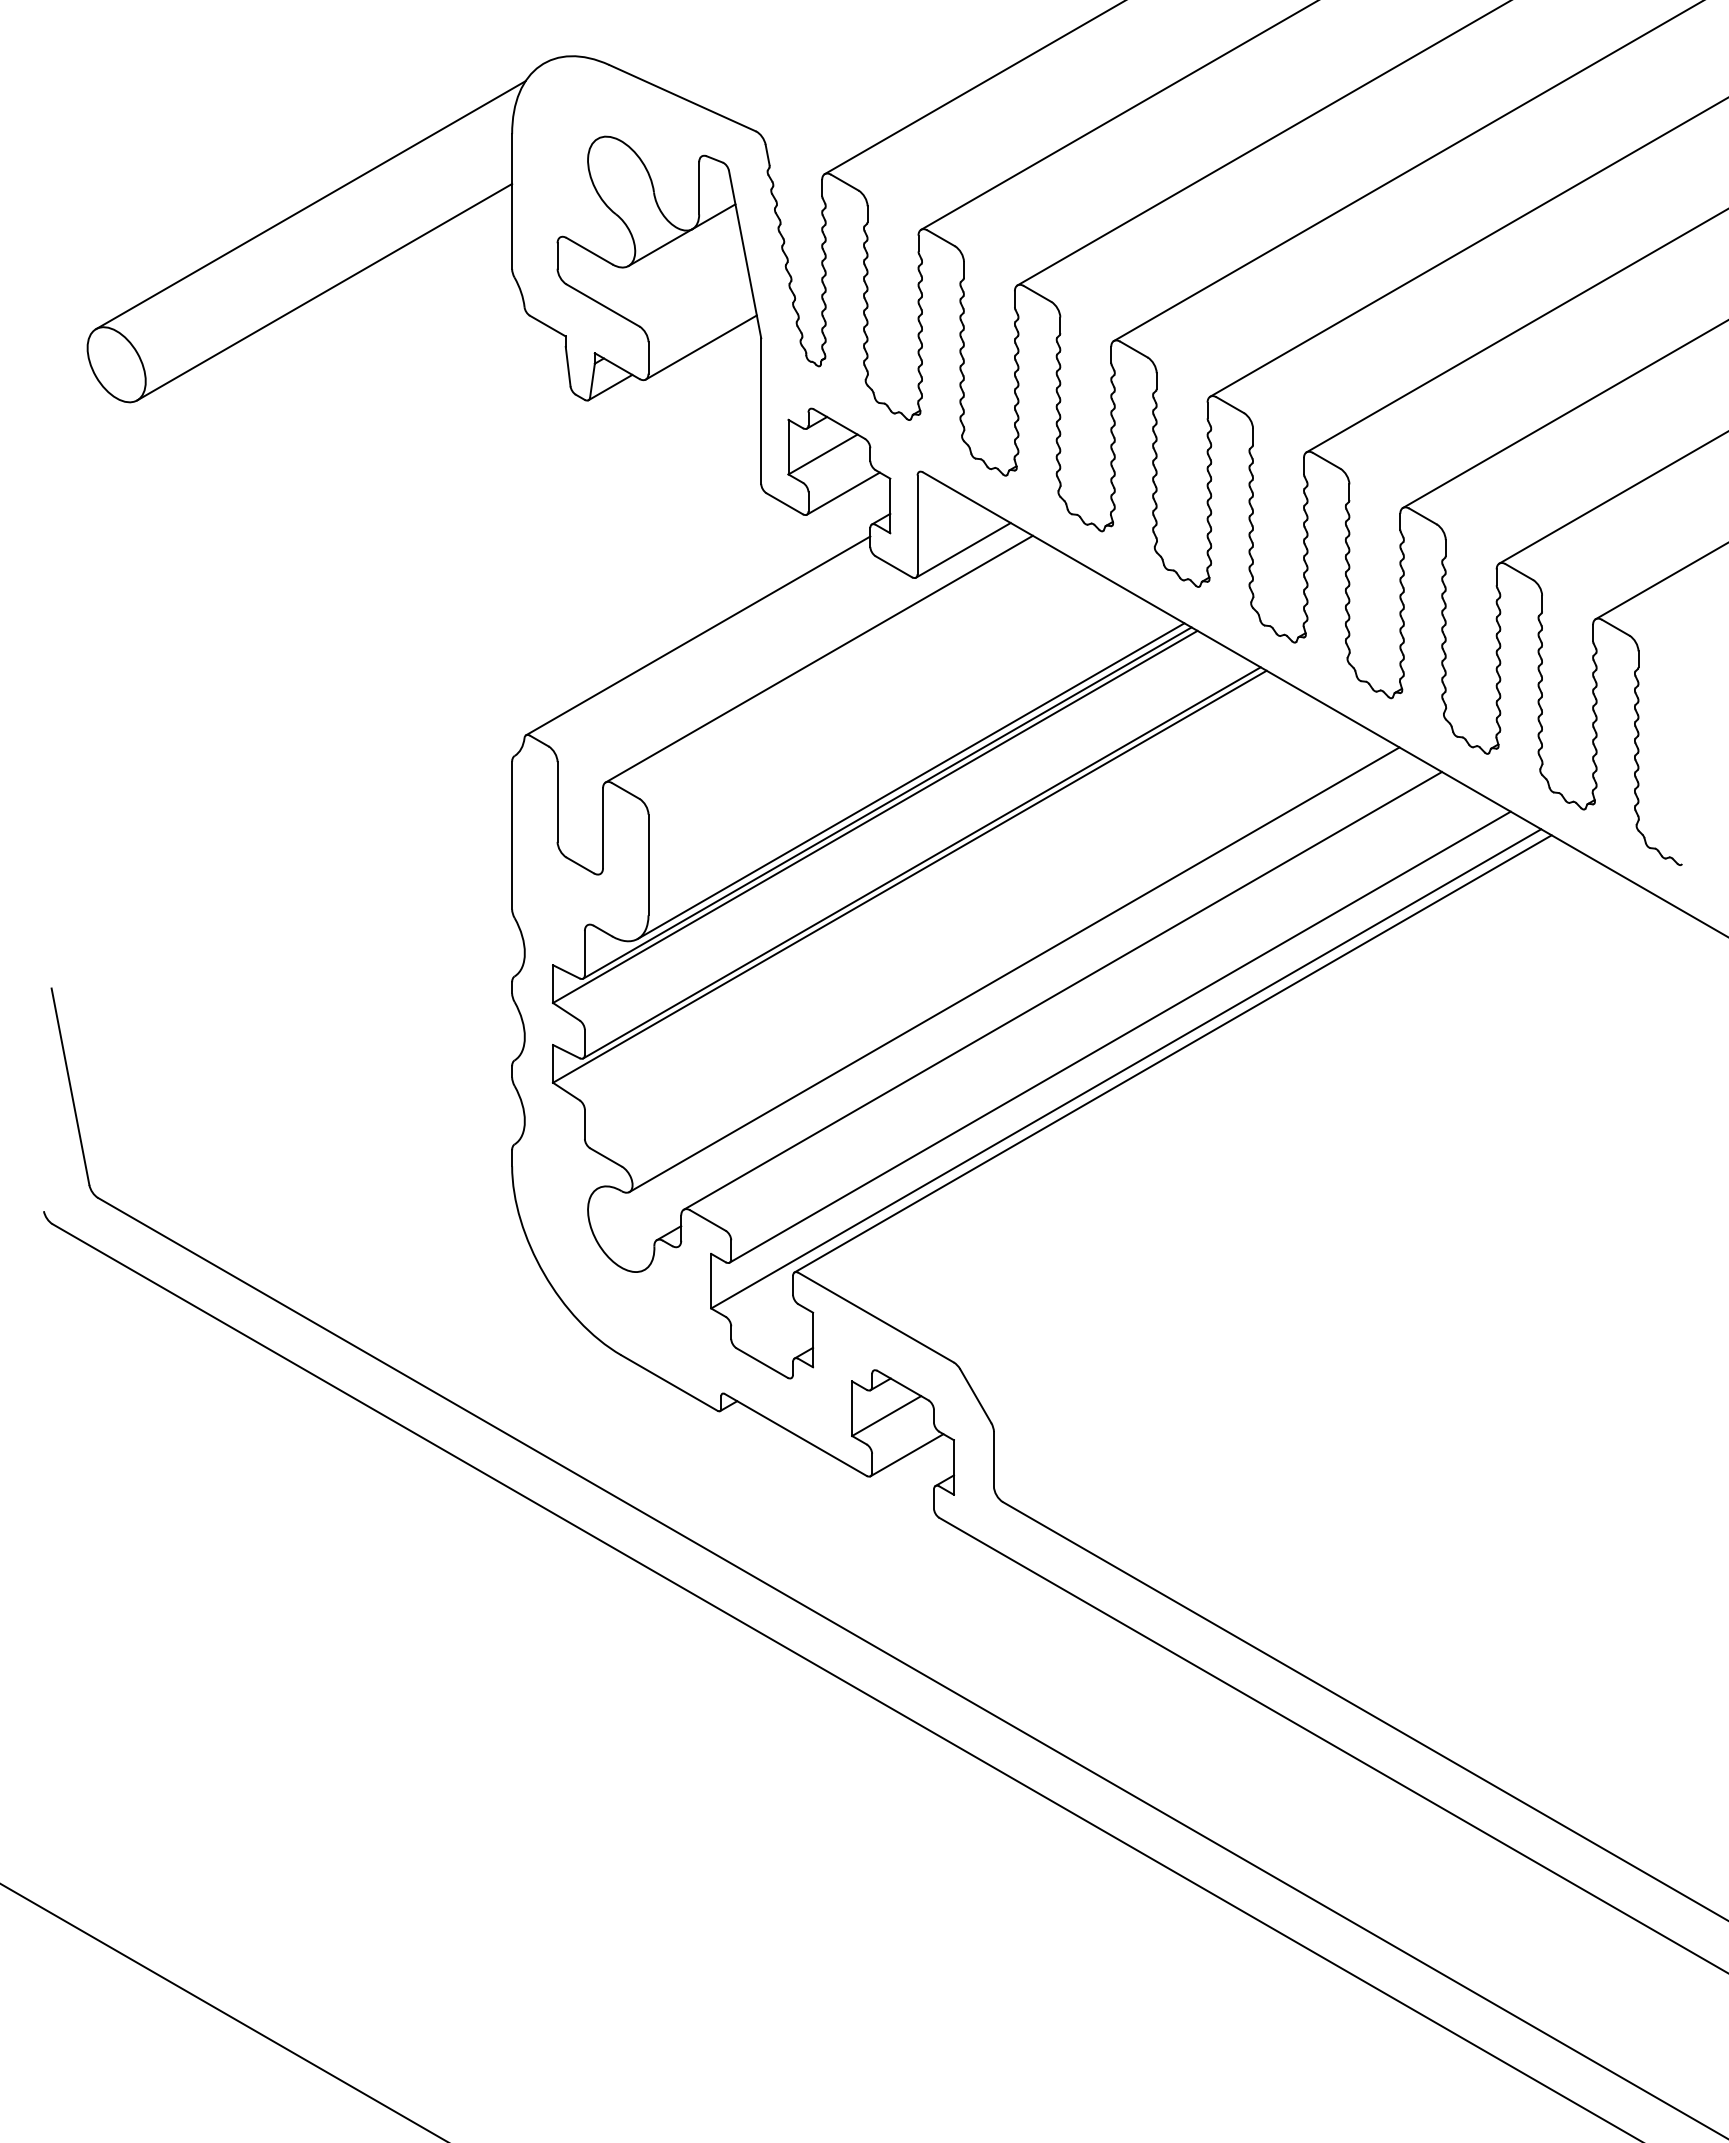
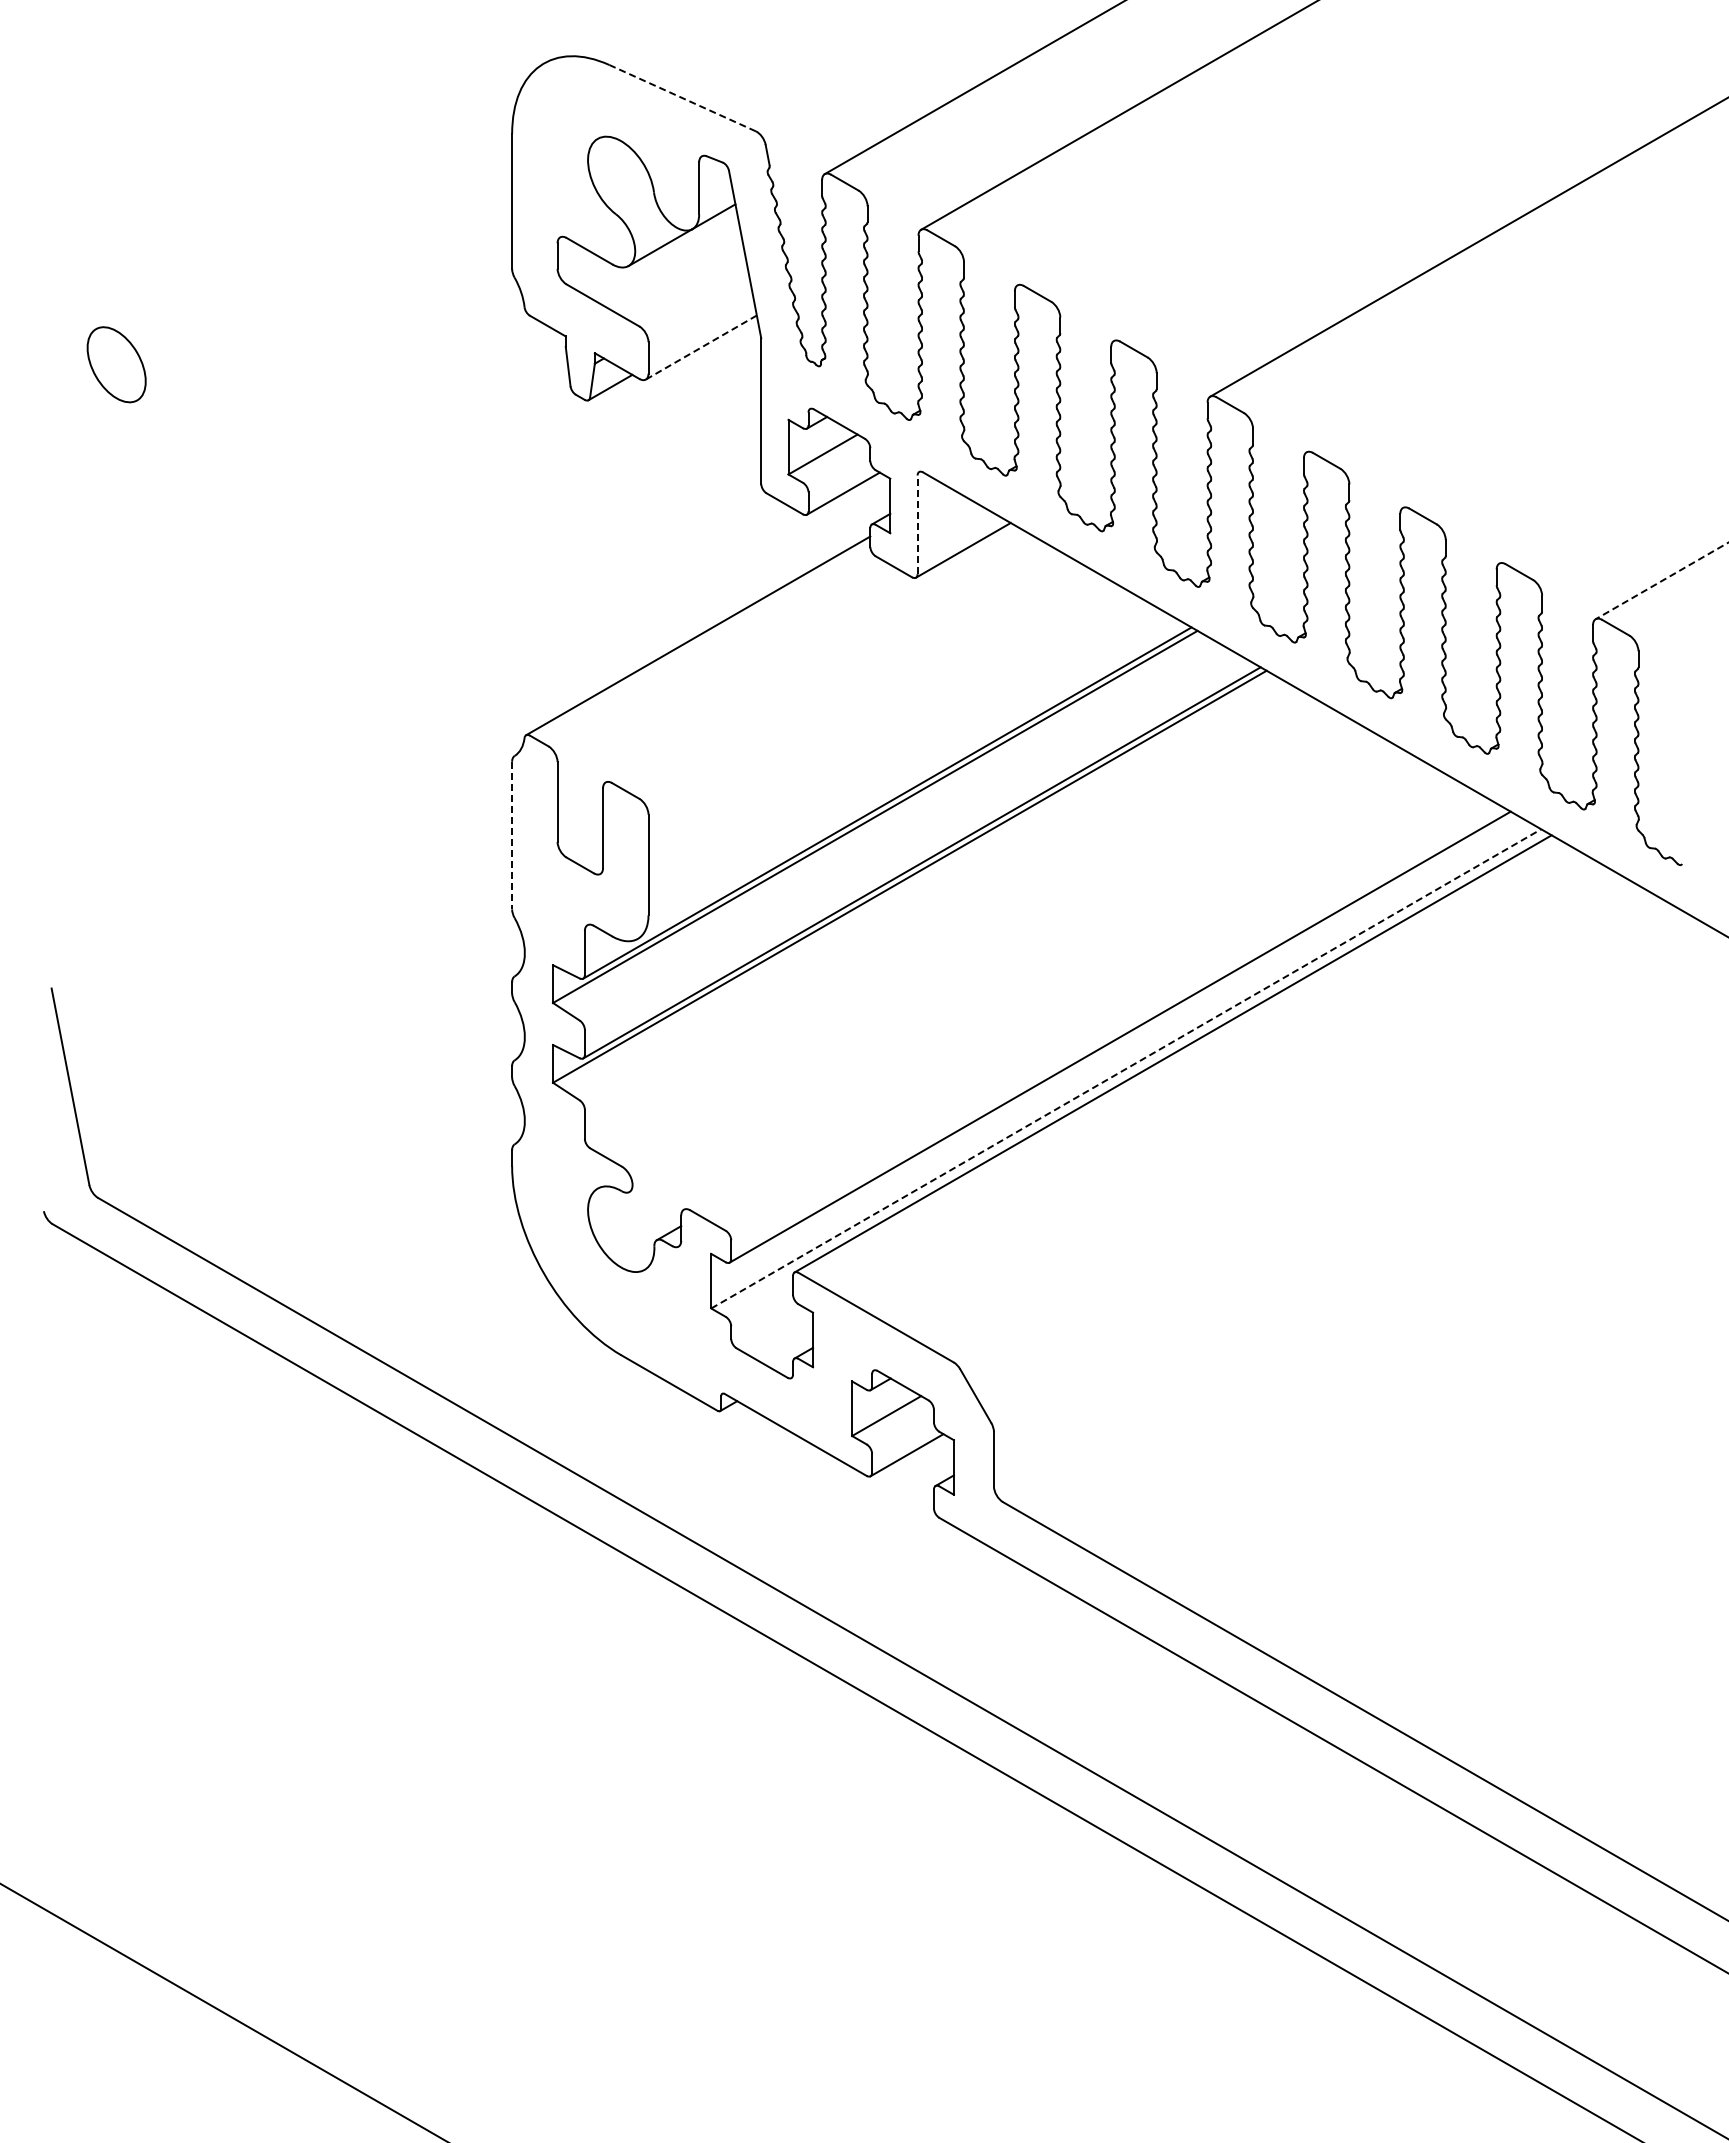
line at (682, 98): solid -> dashed
line at (1262, 143): present -> none
line at (1407, 171): present -> none
line at (310, 205): present -> none
line at (324, 291): present -> none
line at (1515, 331): present -> none
line at (700, 347): solid -> dashed
line at (1563, 414): present -> none
line at (1612, 498): present -> none
line at (917, 524): solid -> dashed
line at (1661, 581): solid -> dashed
line at (818, 658): present -> none
line at (910, 780): present -> none
line at (512, 835): solid -> dashed
line at (1014, 969): present -> none
line at (1062, 990): present -> none
line at (1126, 1068): solid -> dashed
